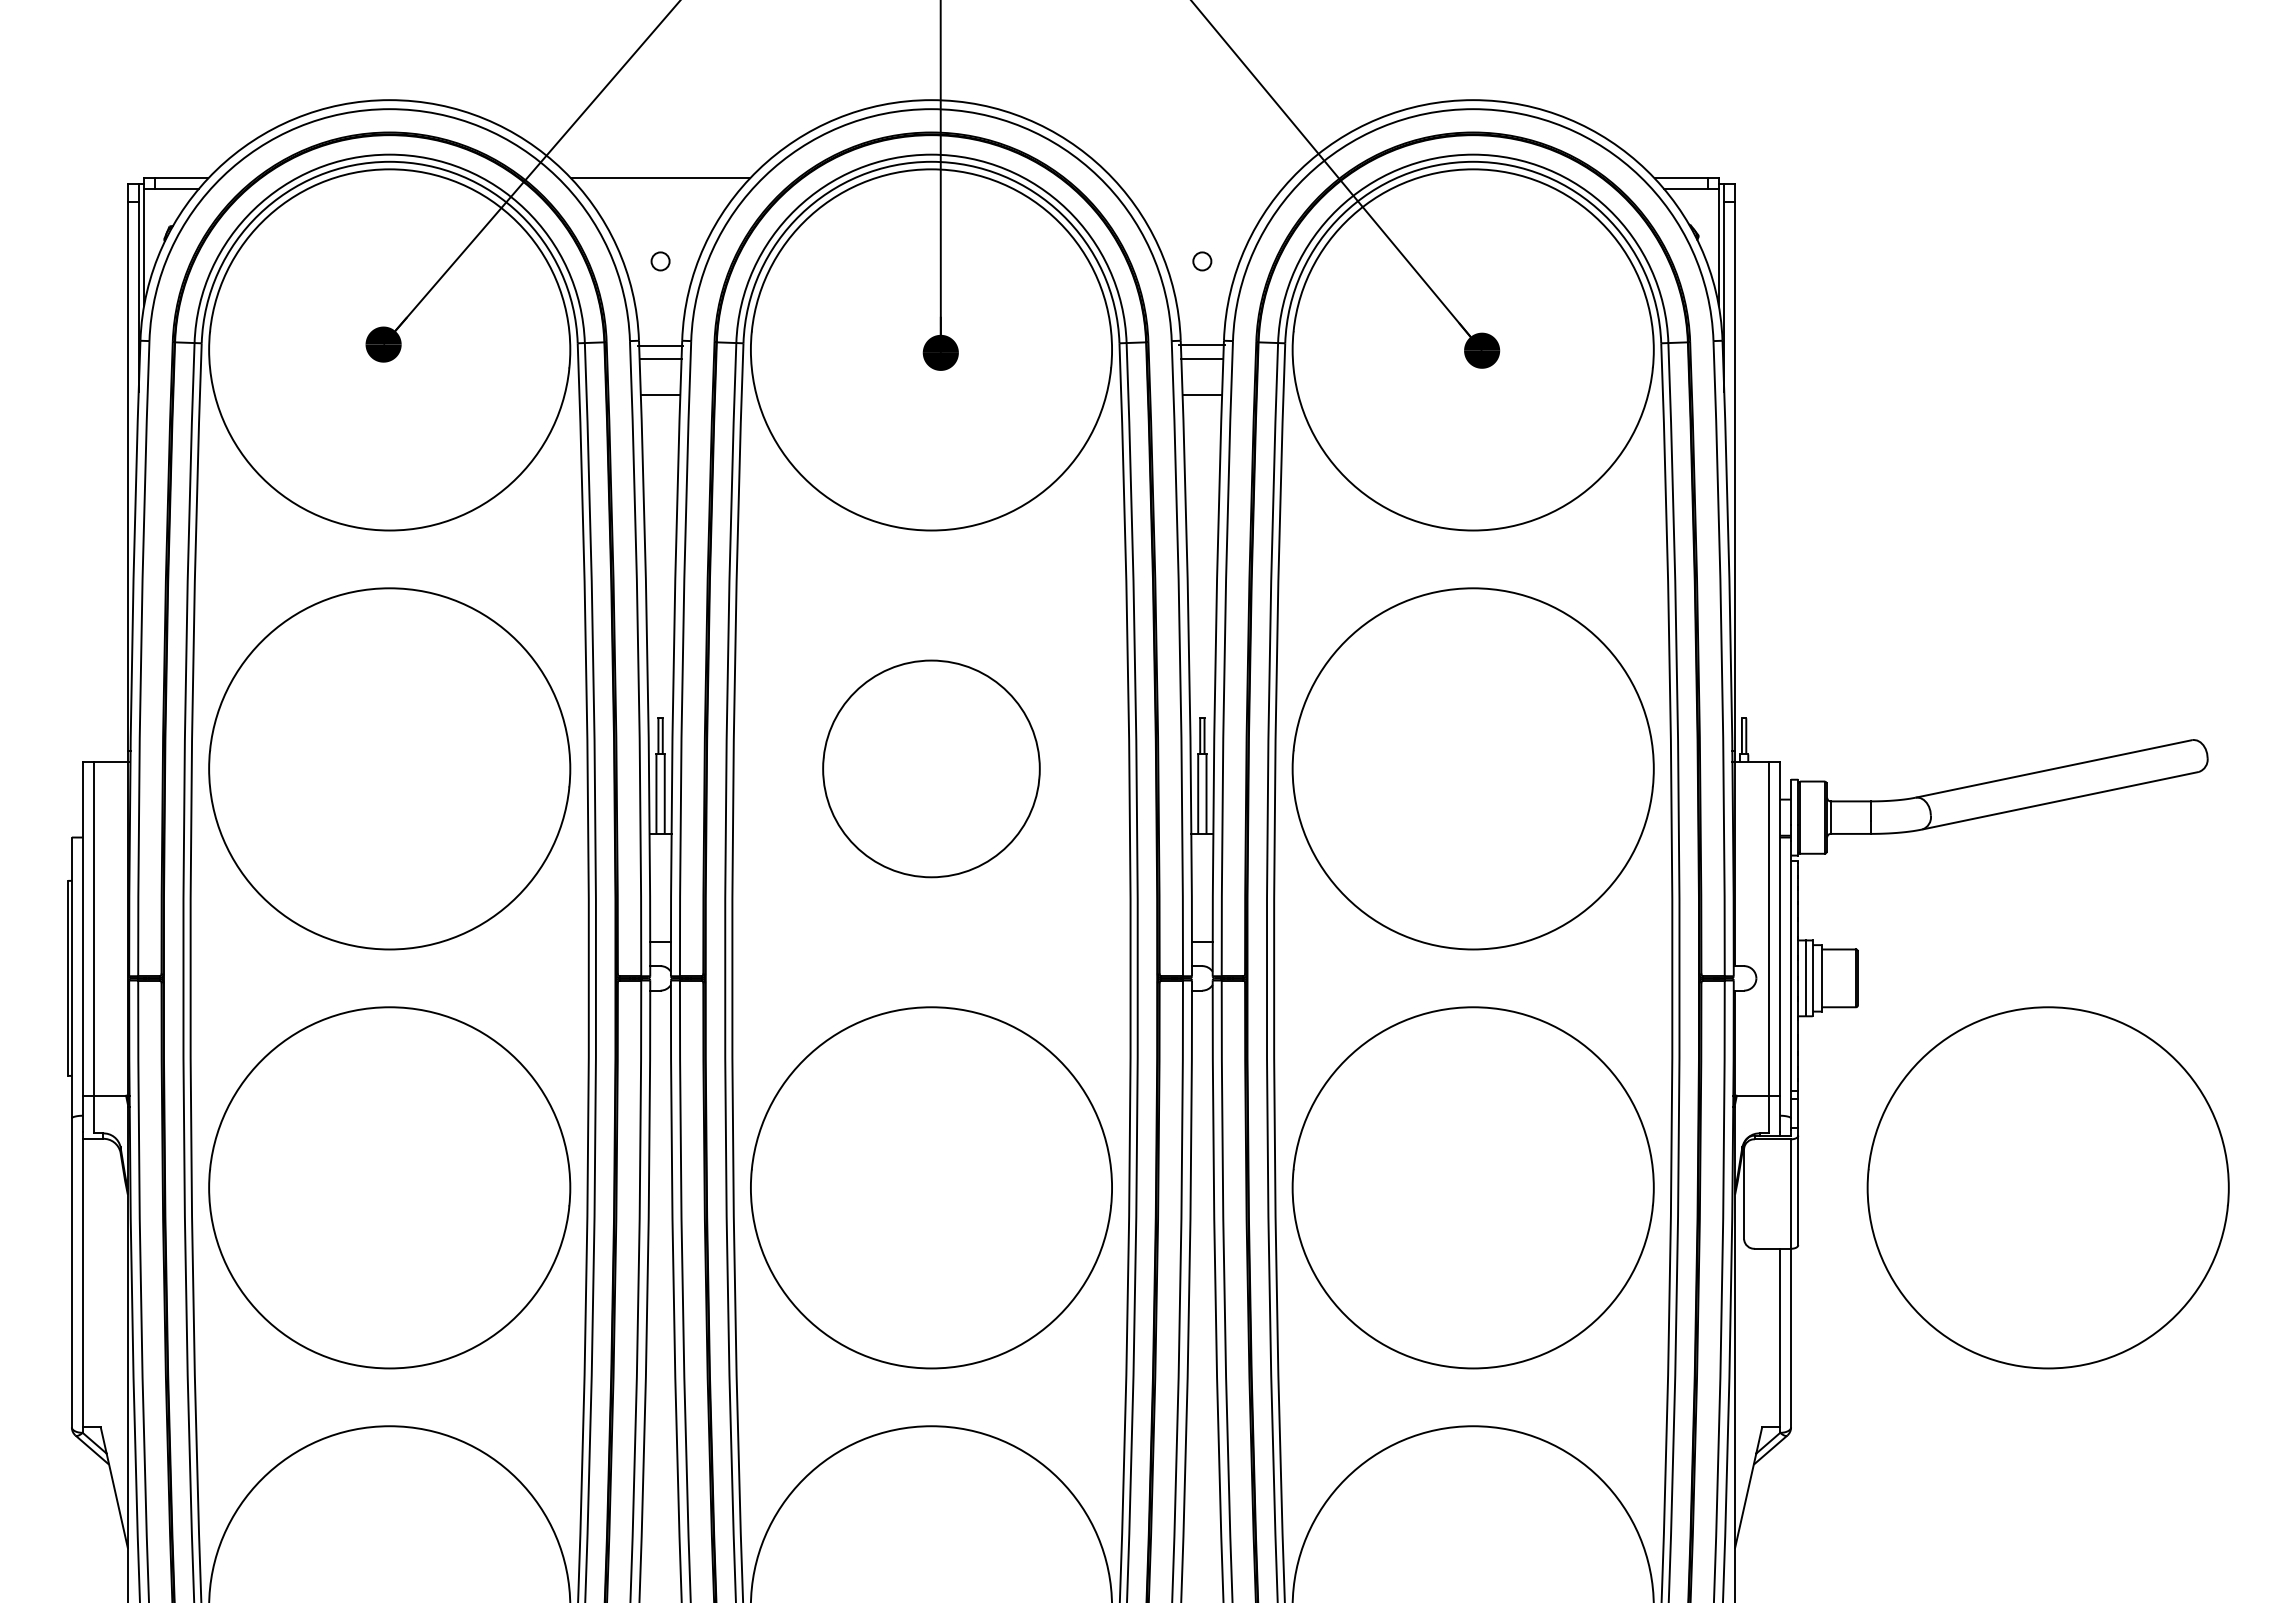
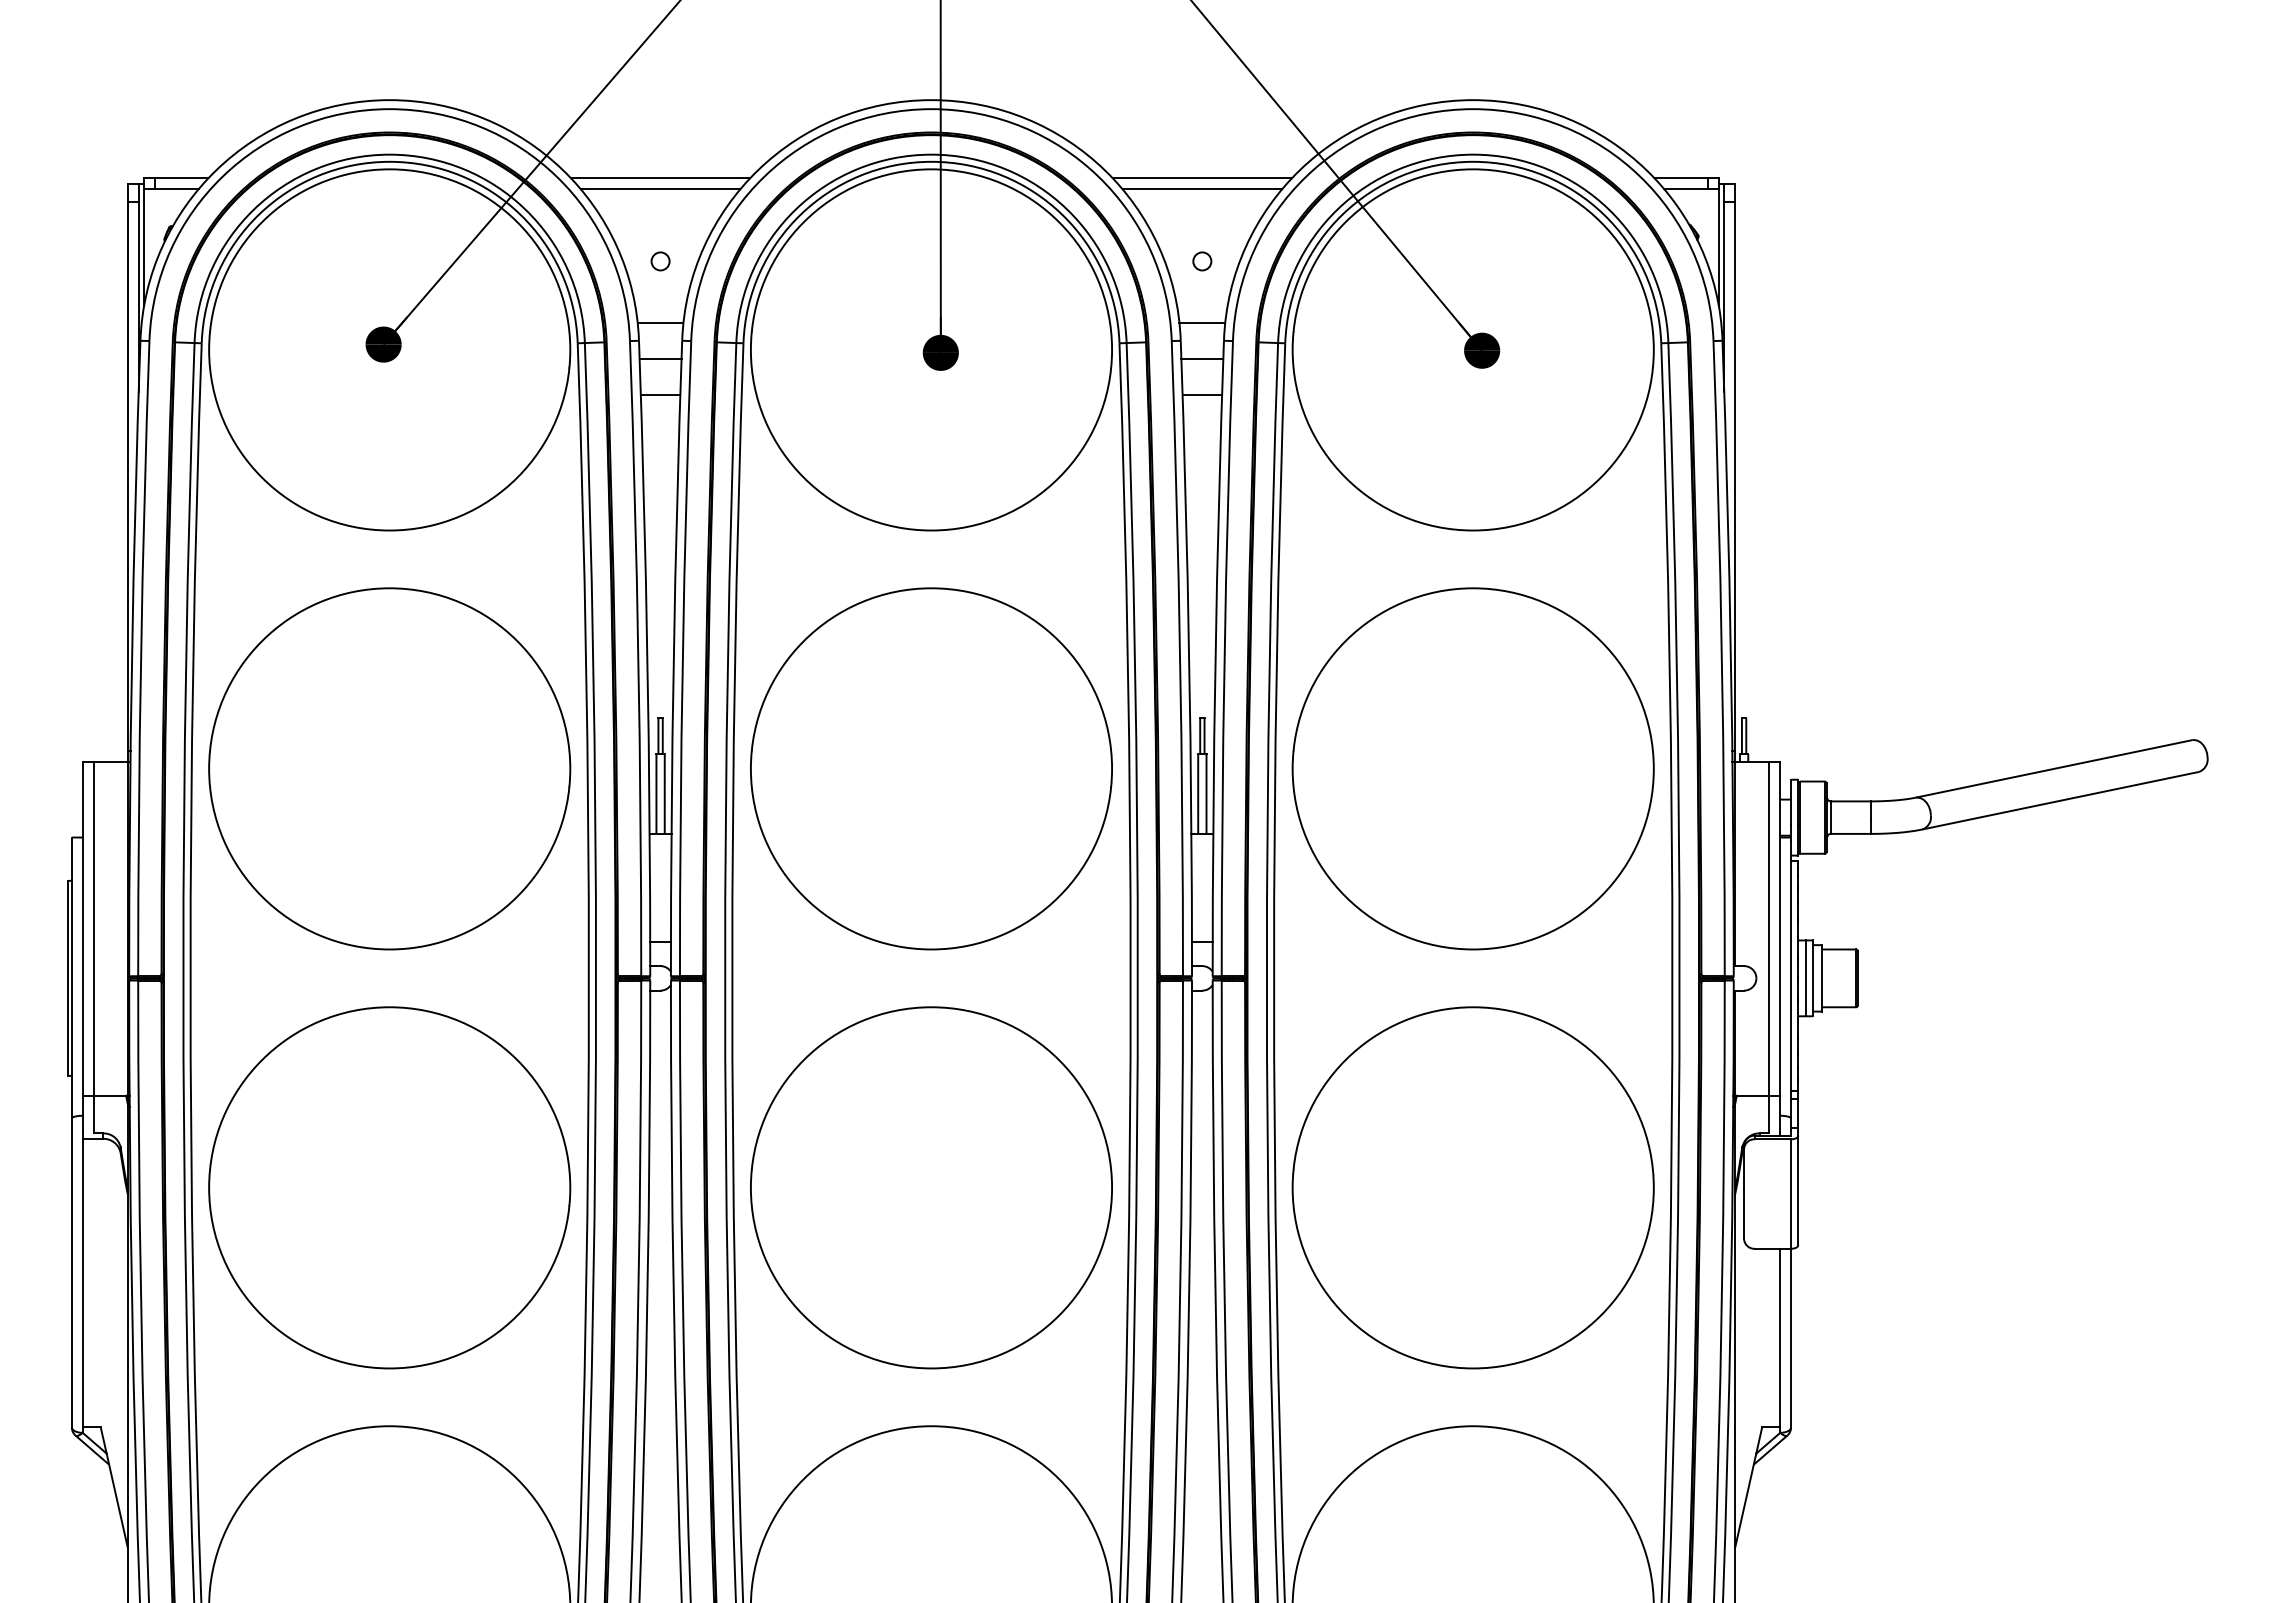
line at (1201, 178): none -> present
line at (660, 189): none -> present
line at (1202, 189): none -> present
line at (1202, 344) position: (1202, 344) -> (1202, 322)
line at (660, 345) position: (660, 345) -> (660, 322)
circle at (931, 768) size: 219x220 px -> 363x364 px
circle at (2047, 1187): present -> none
